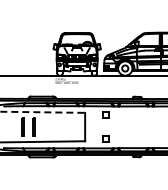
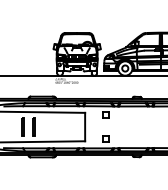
line at (43, 112): dashed -> solid
